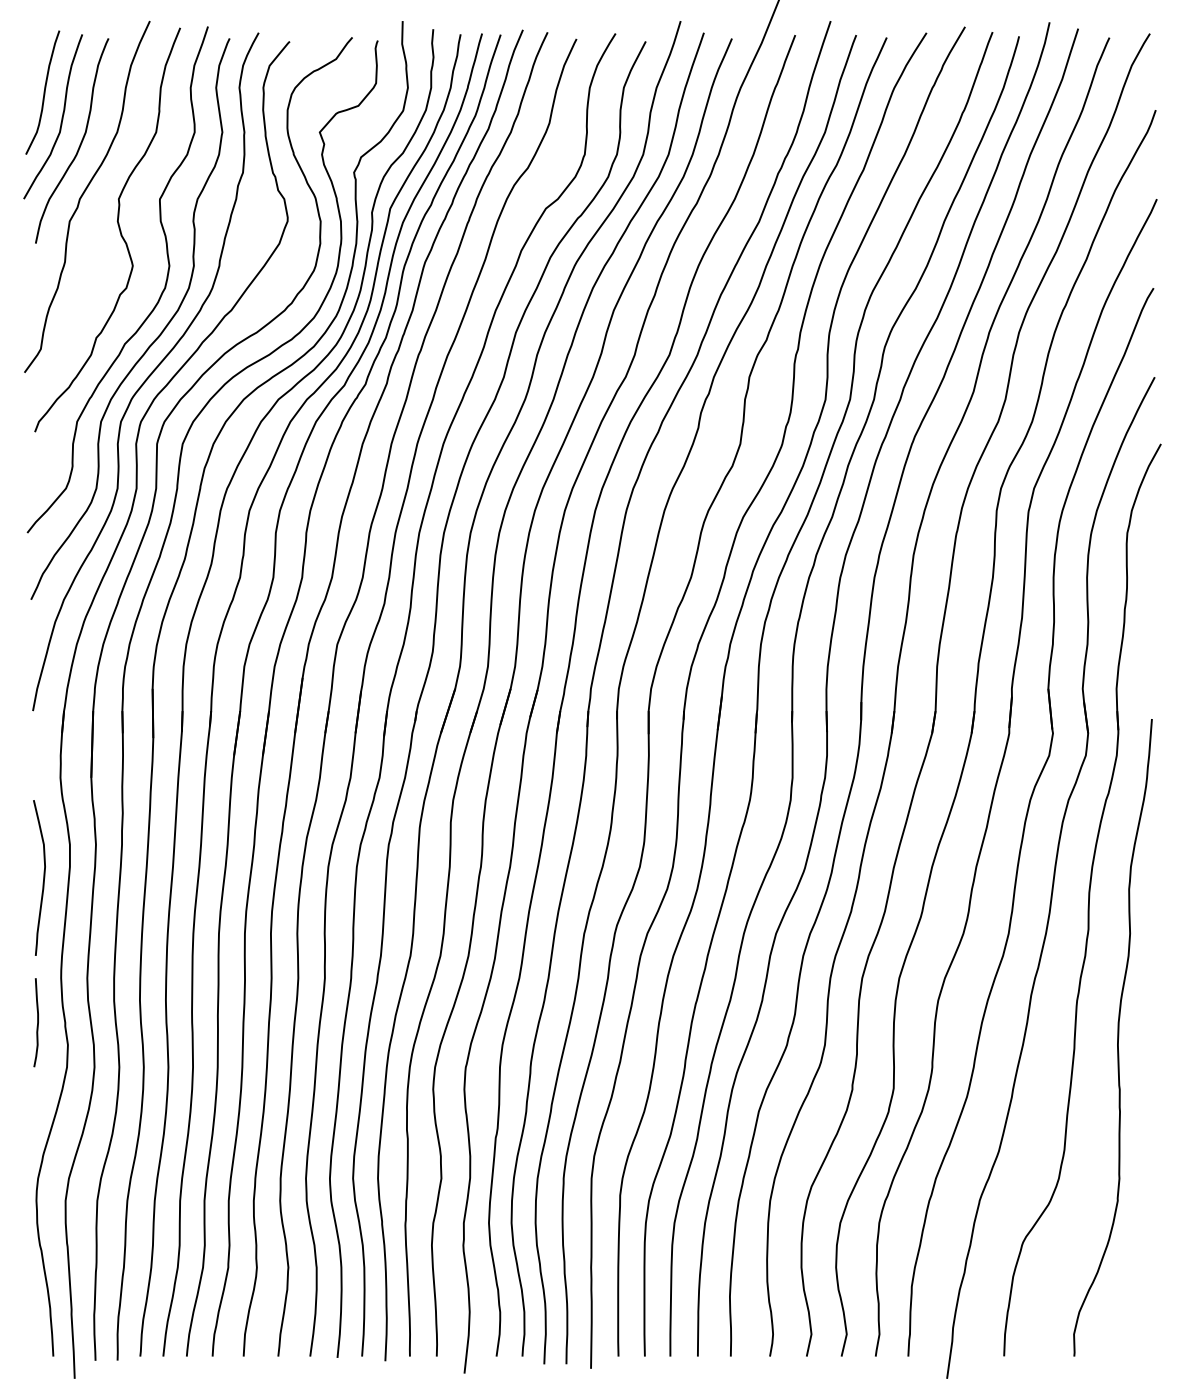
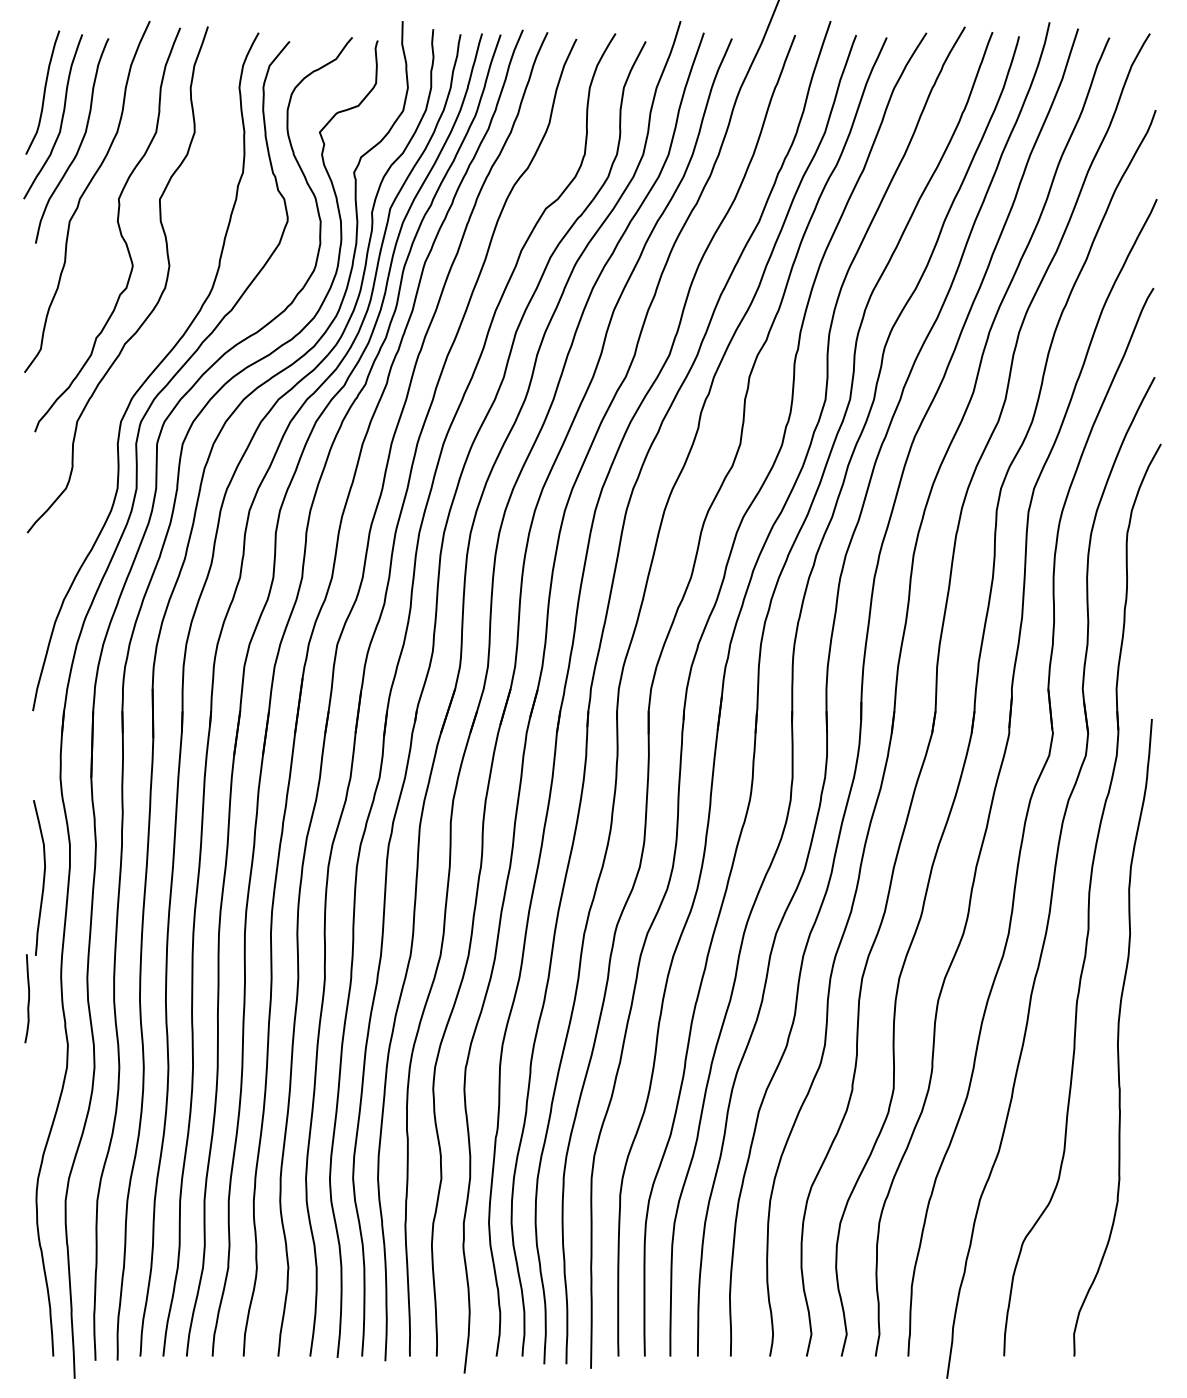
curve at (155, 338): present -> none
curve at (37, 1022) position: (37, 1022) -> (28, 998)
